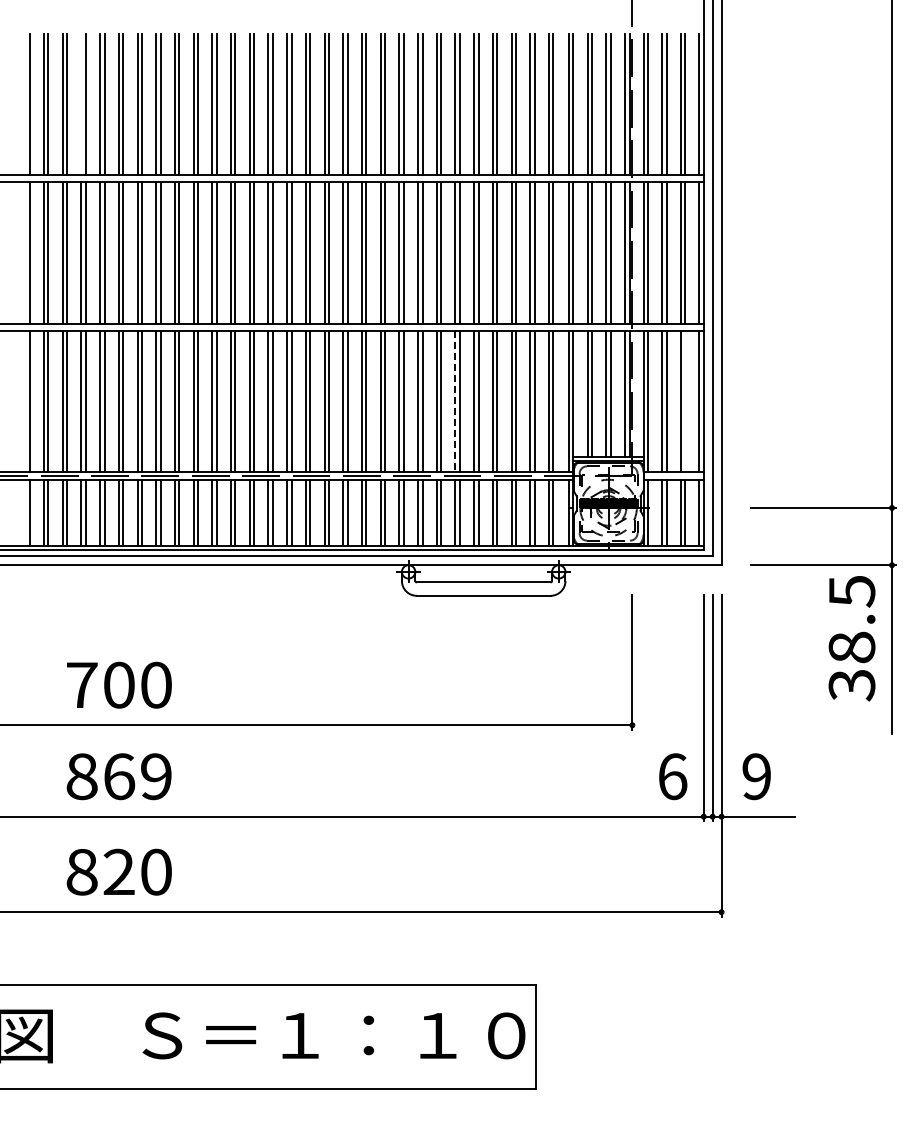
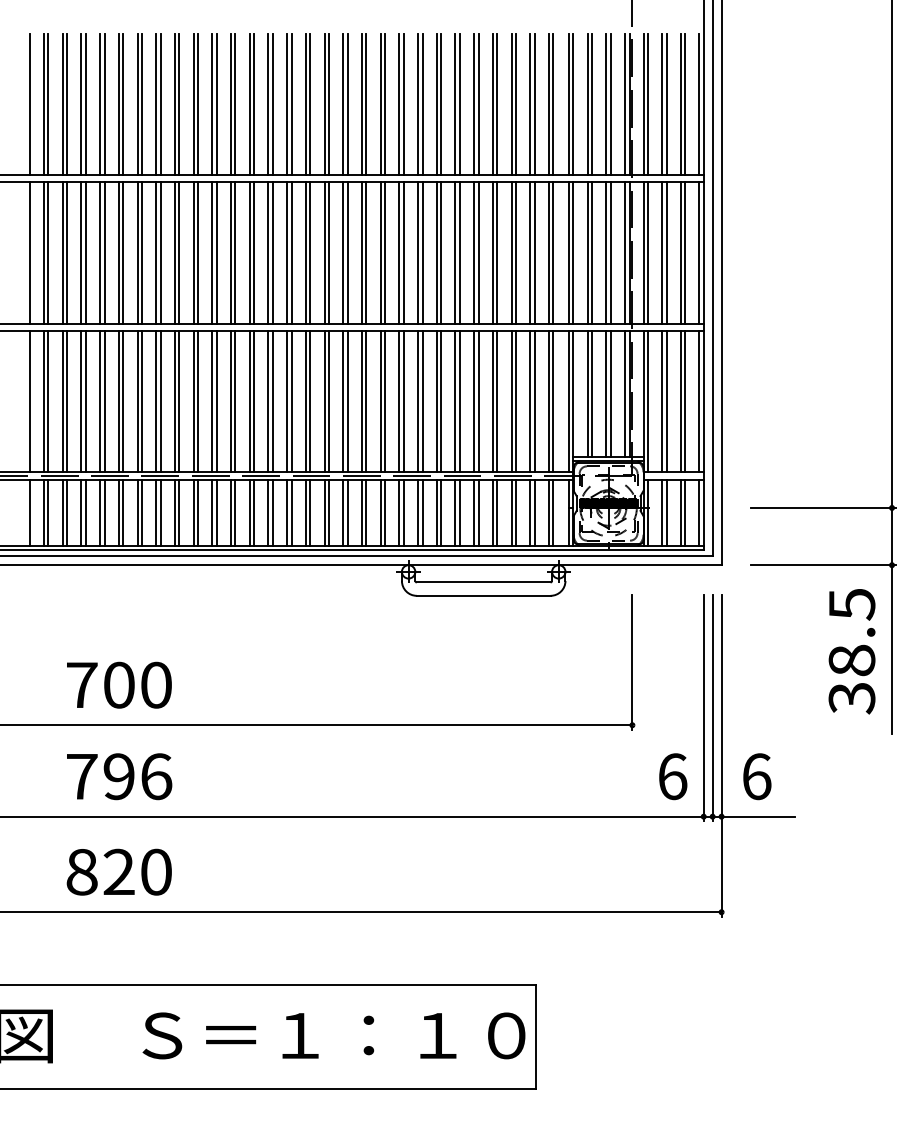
line at (81, 103): none -> present
line at (455, 401): dashed -> solid
line at (685, 401): none -> present
text at (851, 638) position: (851, 638) -> (851, 651)
text at (119, 776): 869 -> 796
text at (756, 776): 9 -> 6
